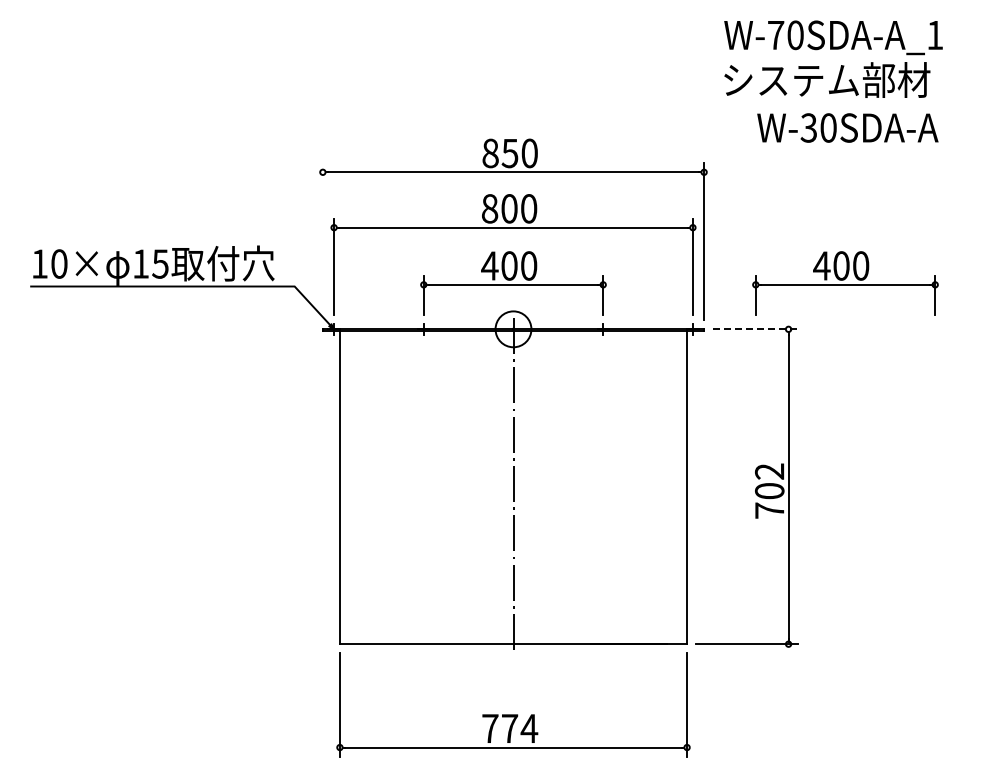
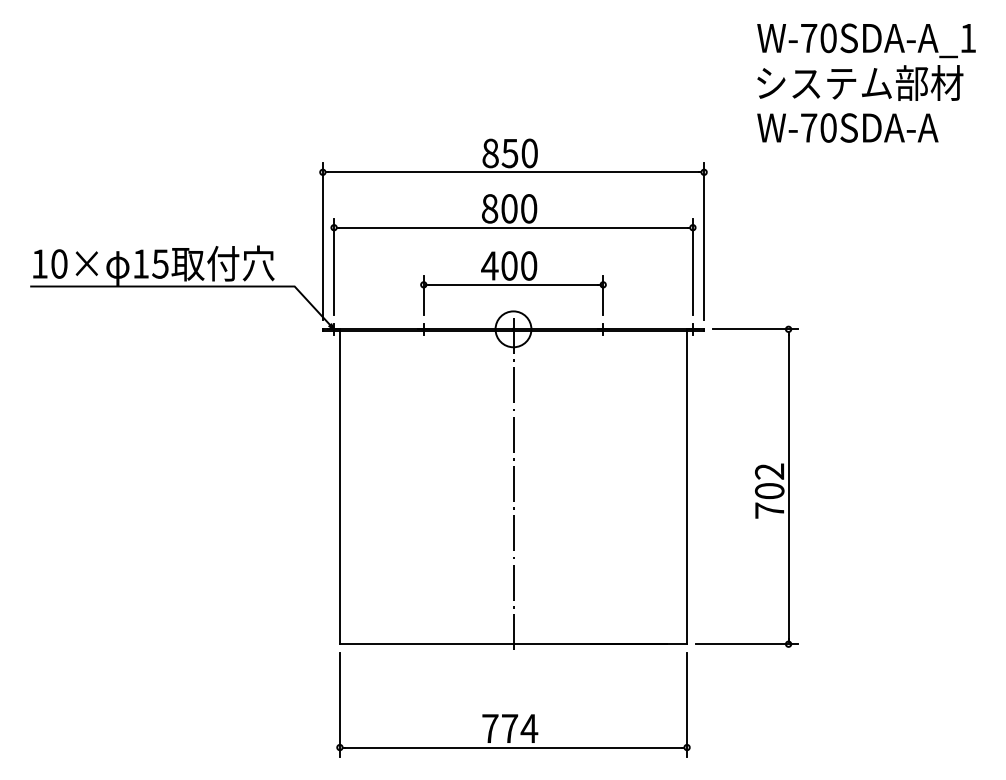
text at (833, 58) position: (833, 58) -> (866, 61)
text at (808, 127): W-30SDA-A -> W-70SDA-A
line at (322, 241): none -> present
part at (845, 283): present -> none
line at (755, 329): dashed -> solid
